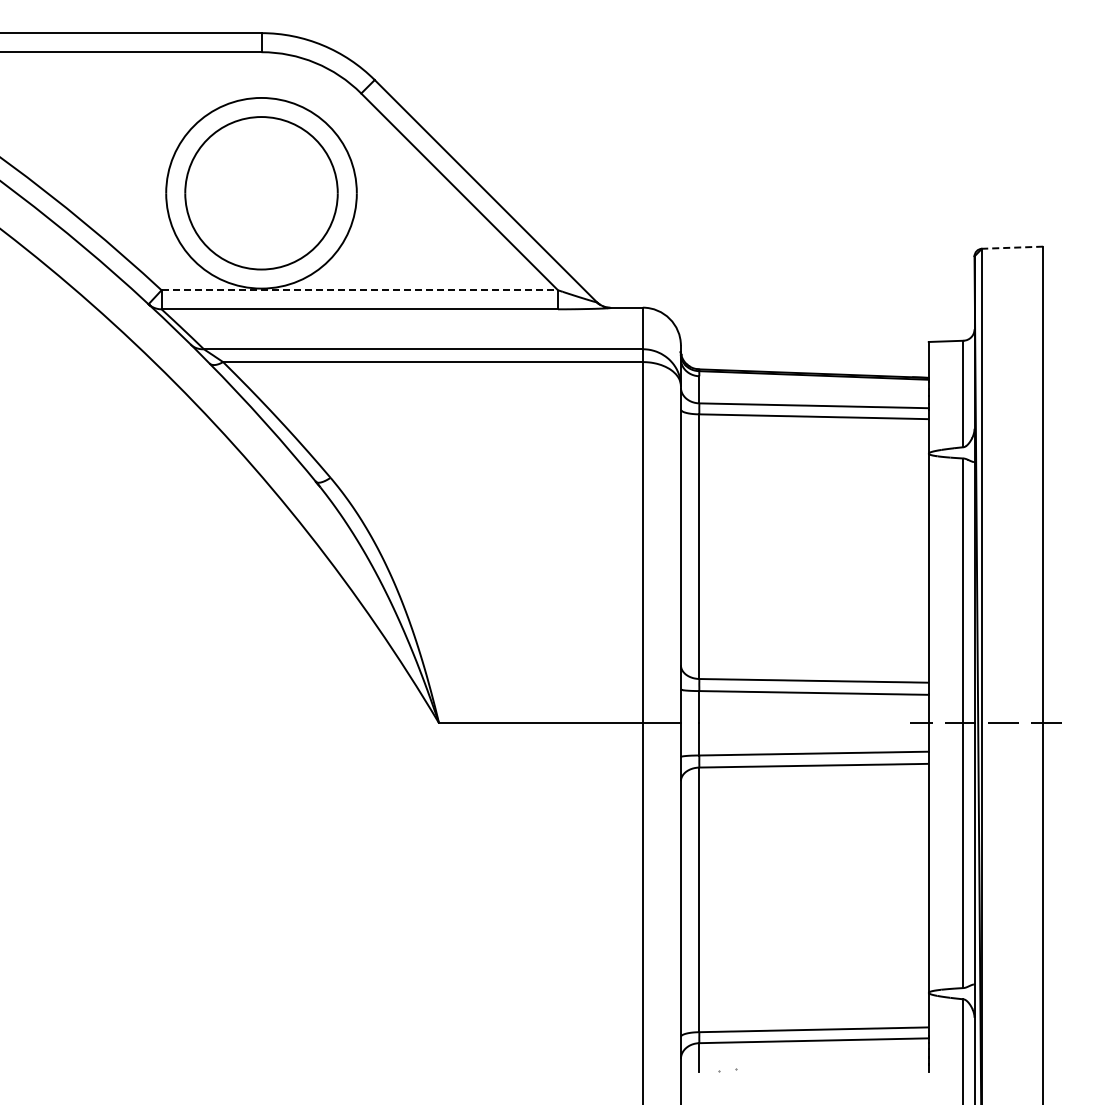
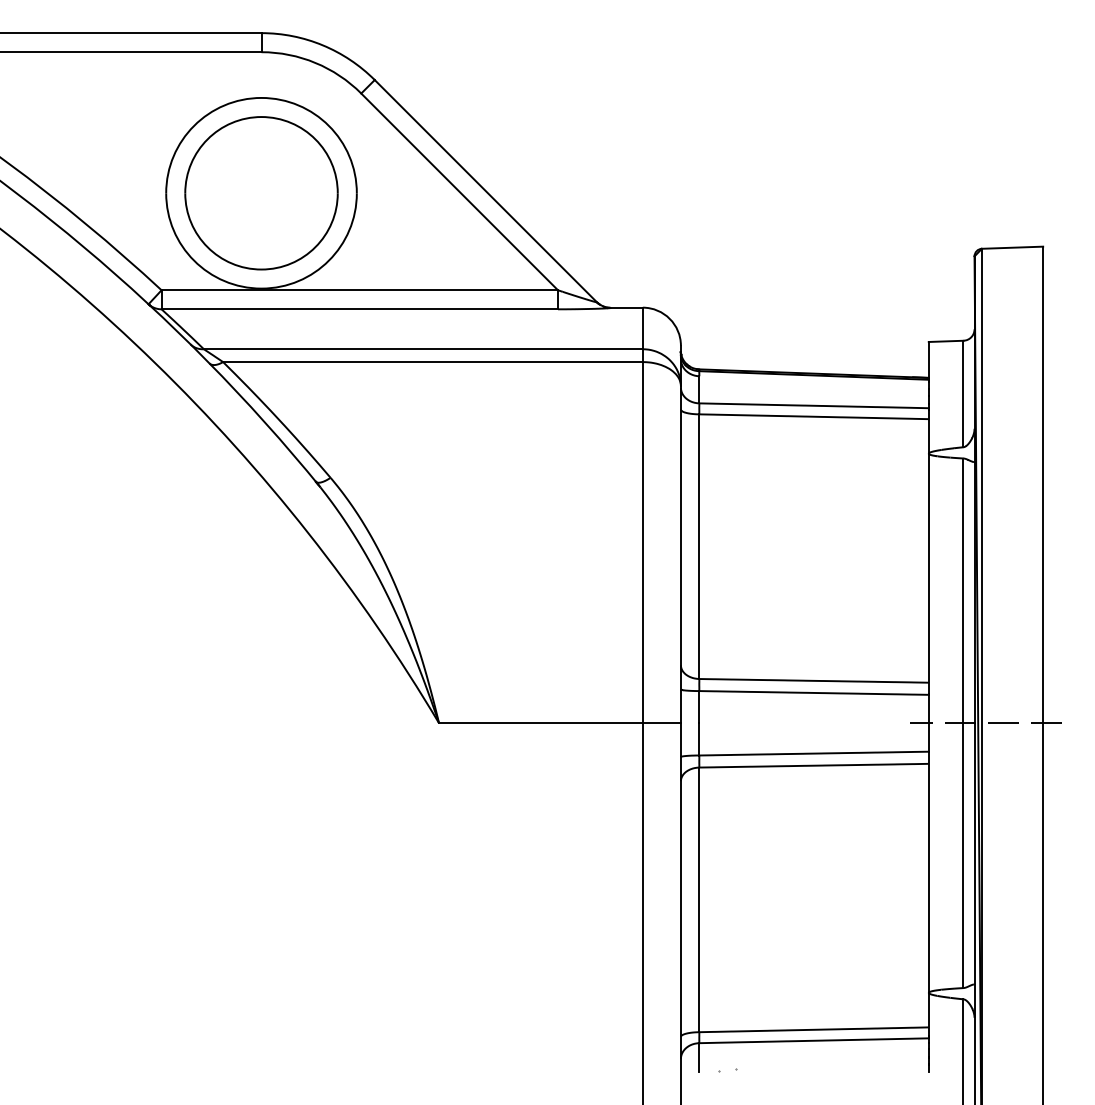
line at (1012, 247): dashed -> solid
line at (360, 290): dashed -> solid
